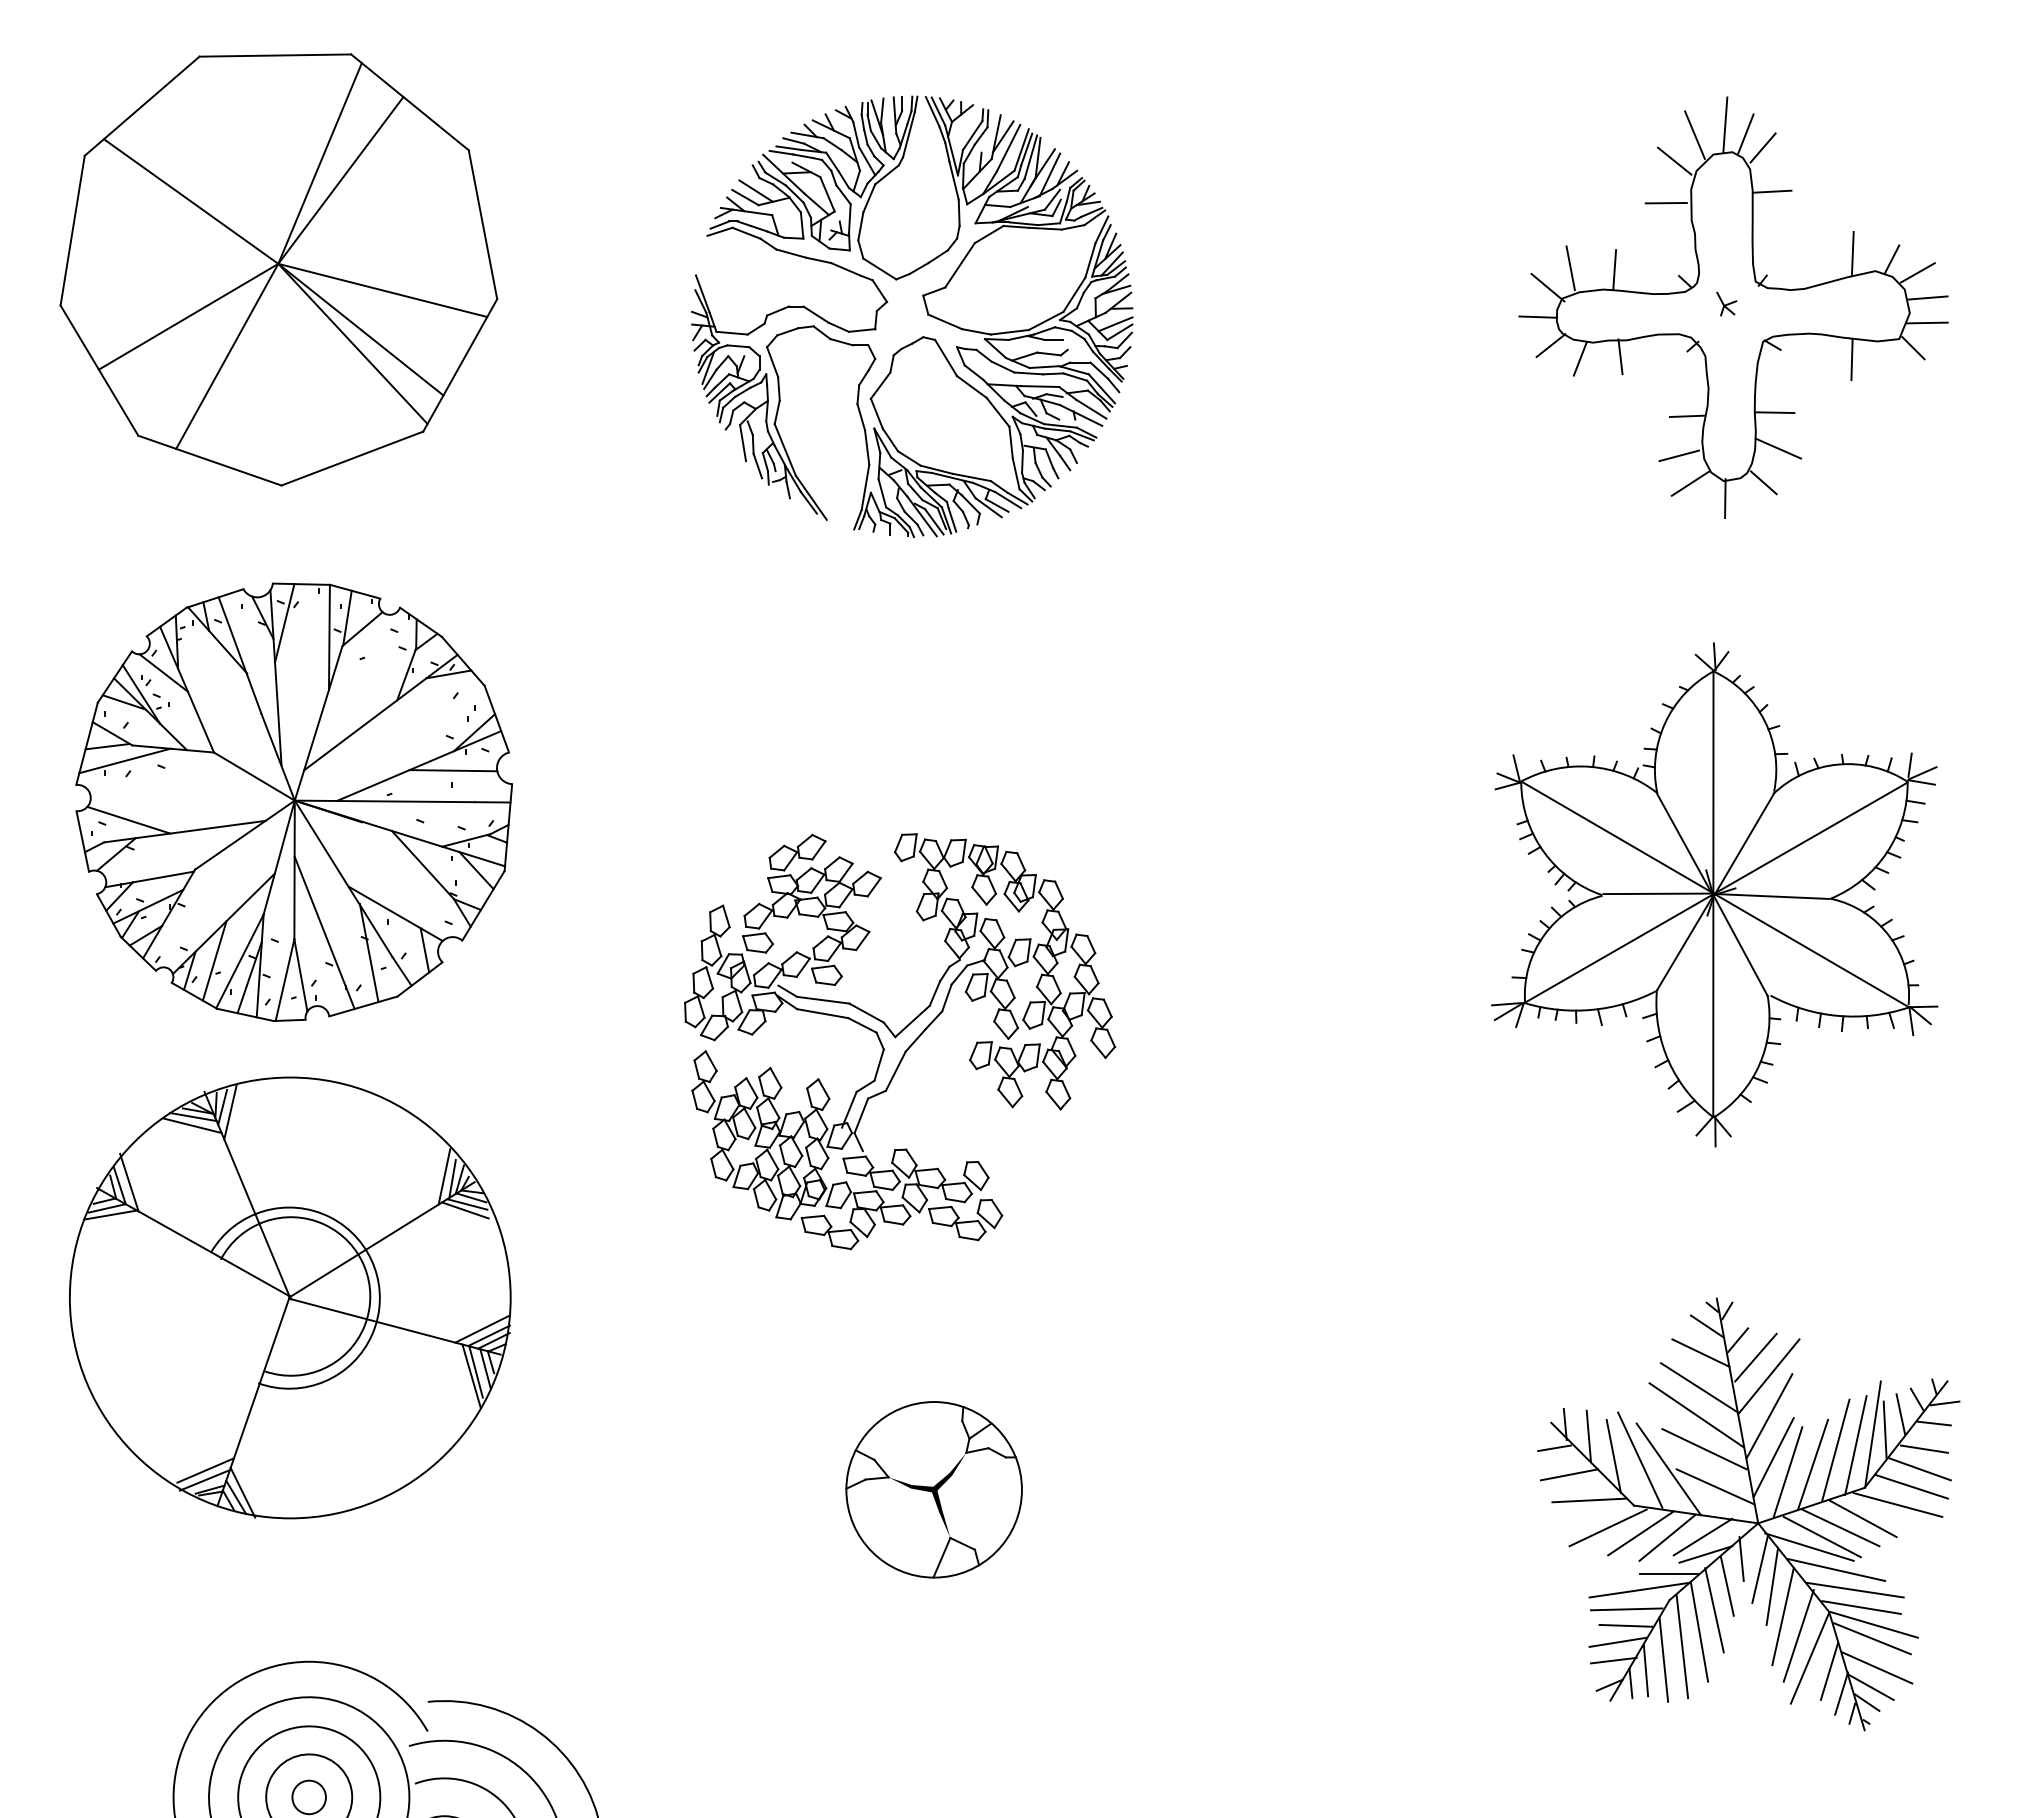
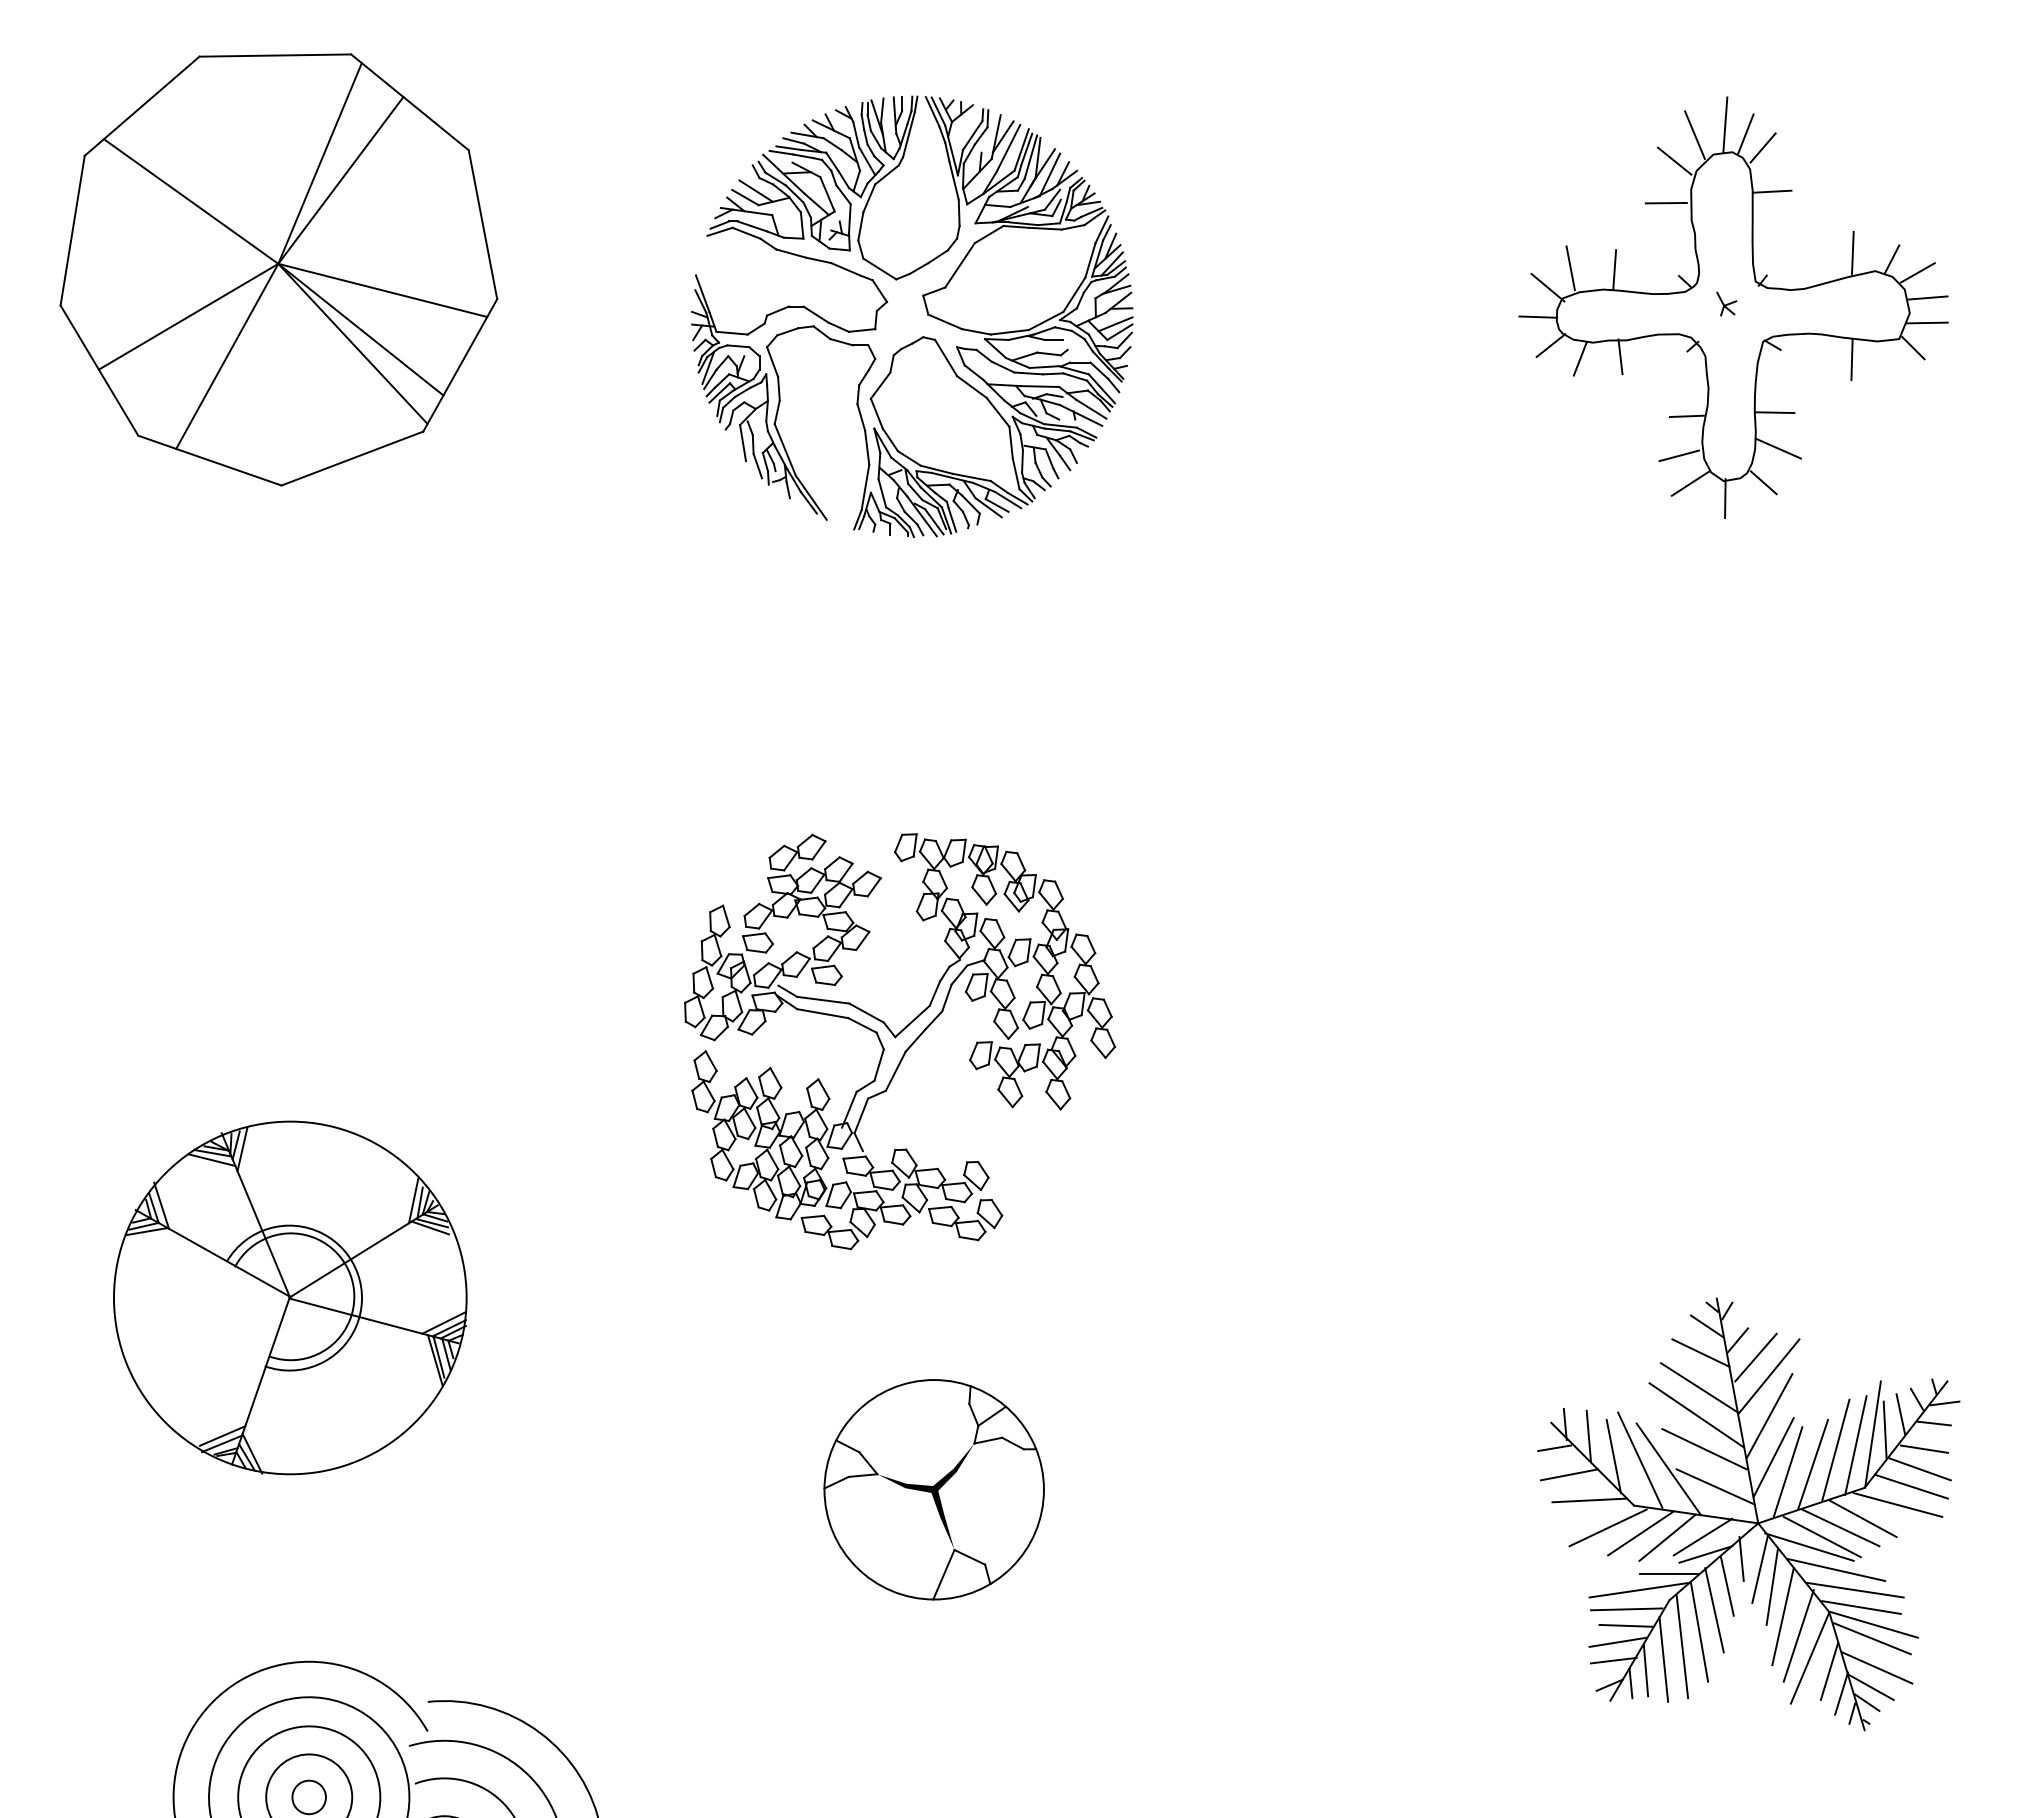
part at (293, 801): present -> none
part at (1714, 894): present -> none
part at (290, 1297) size: 443x444 px -> 355x356 px
part at (933, 1489) size: 178x178 px -> 222x222 px
